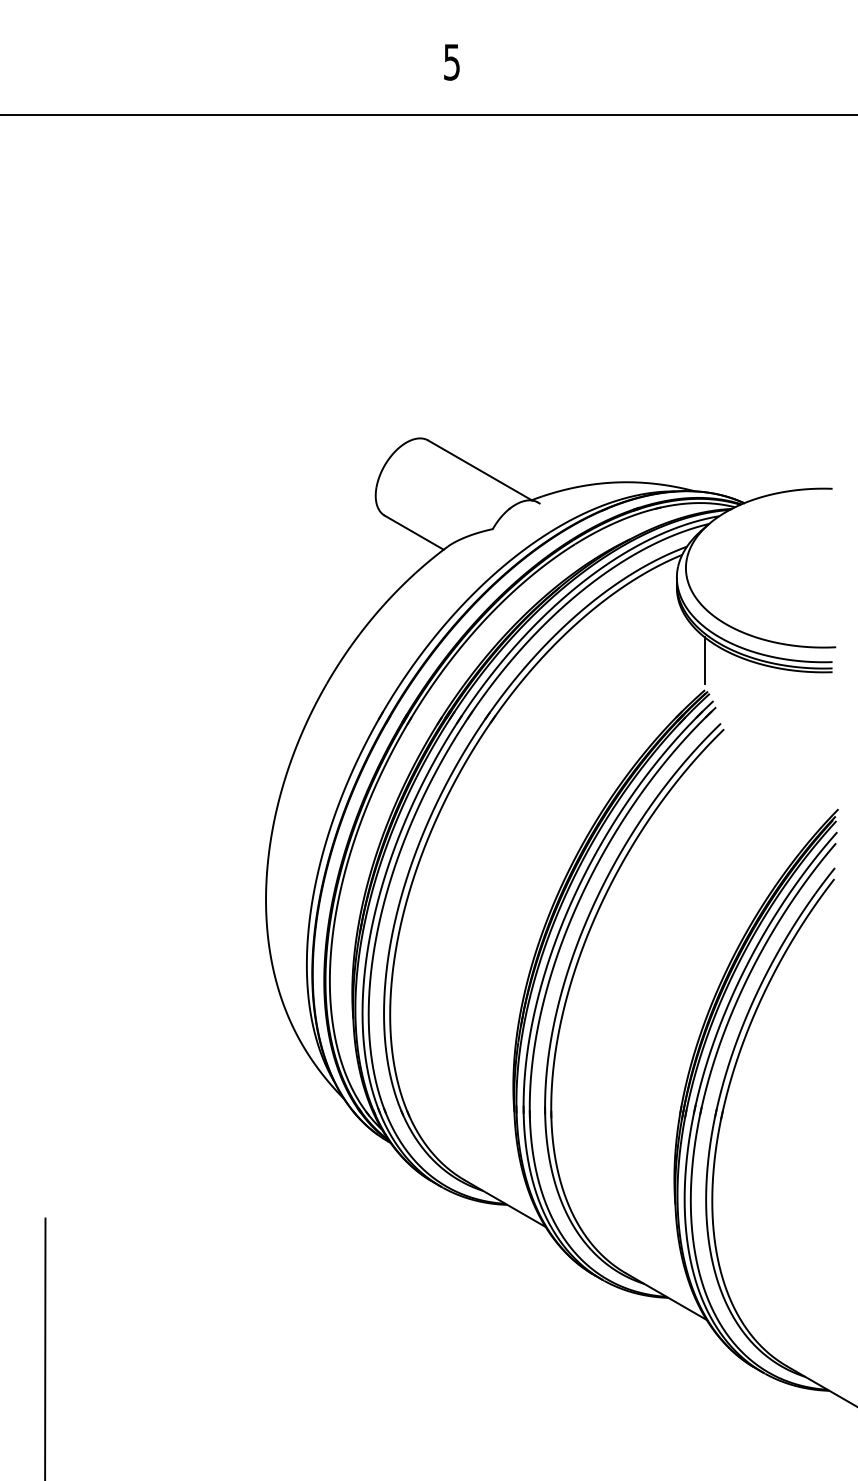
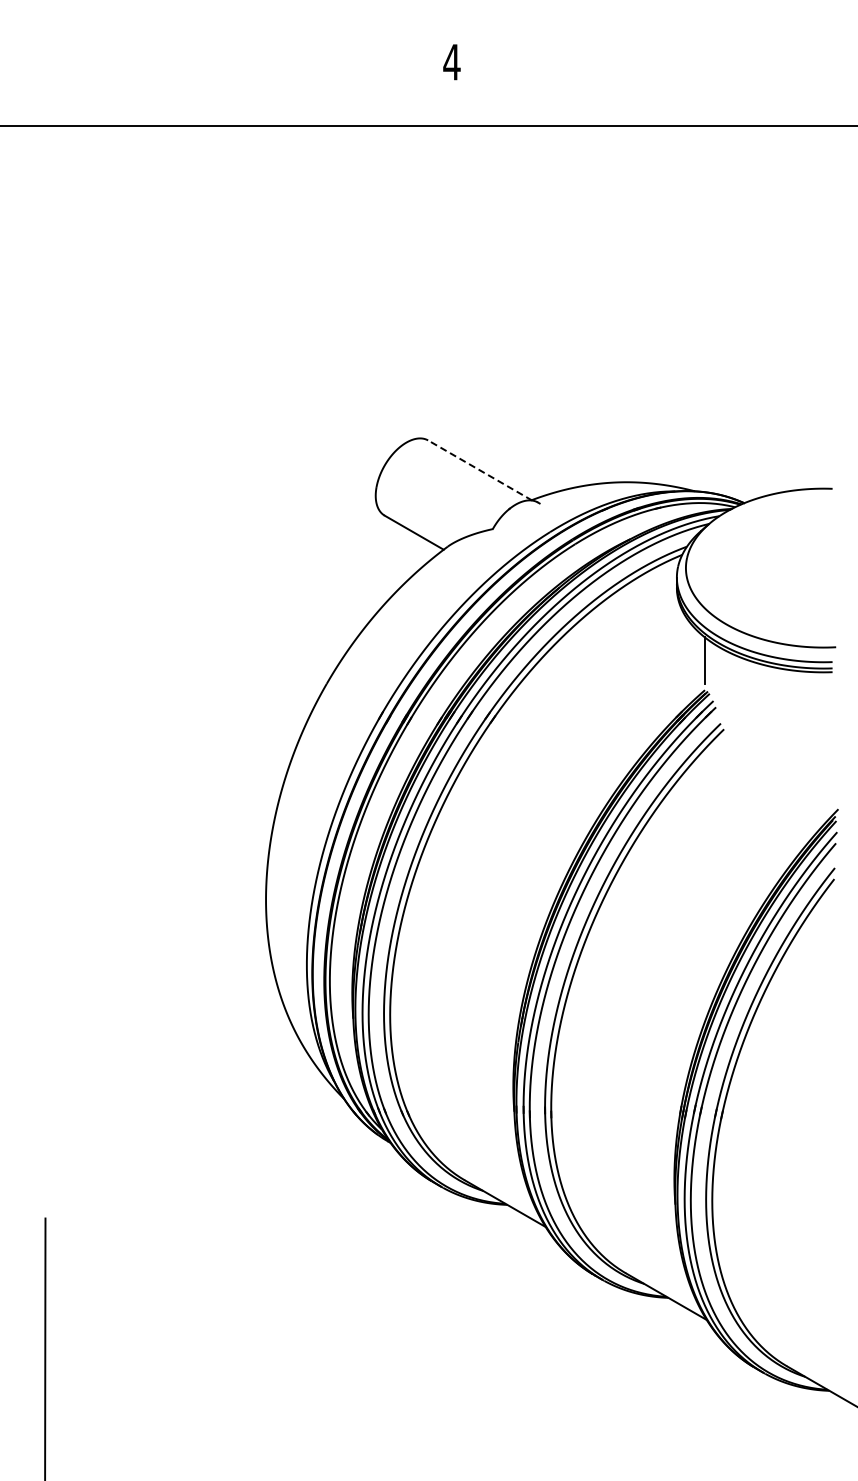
text at (451, 62): 5 -> 4
line at (428, 115) position: (428, 115) -> (428, 126)
line at (479, 470): solid -> dashed
